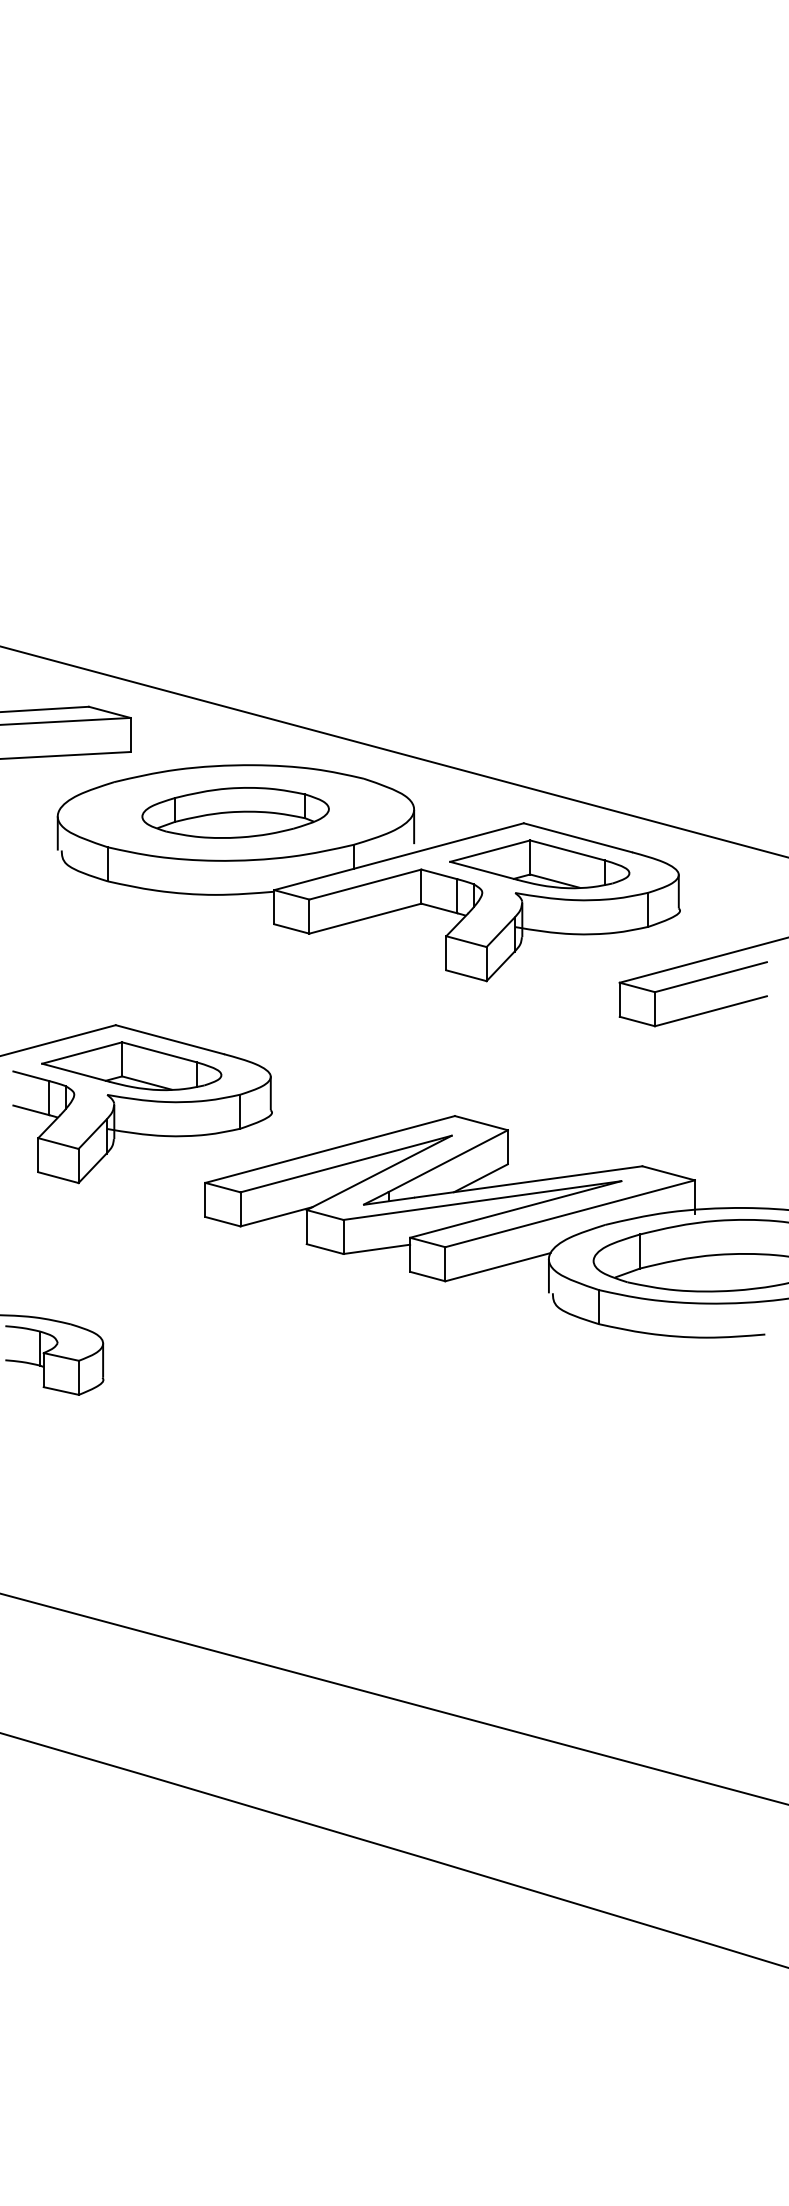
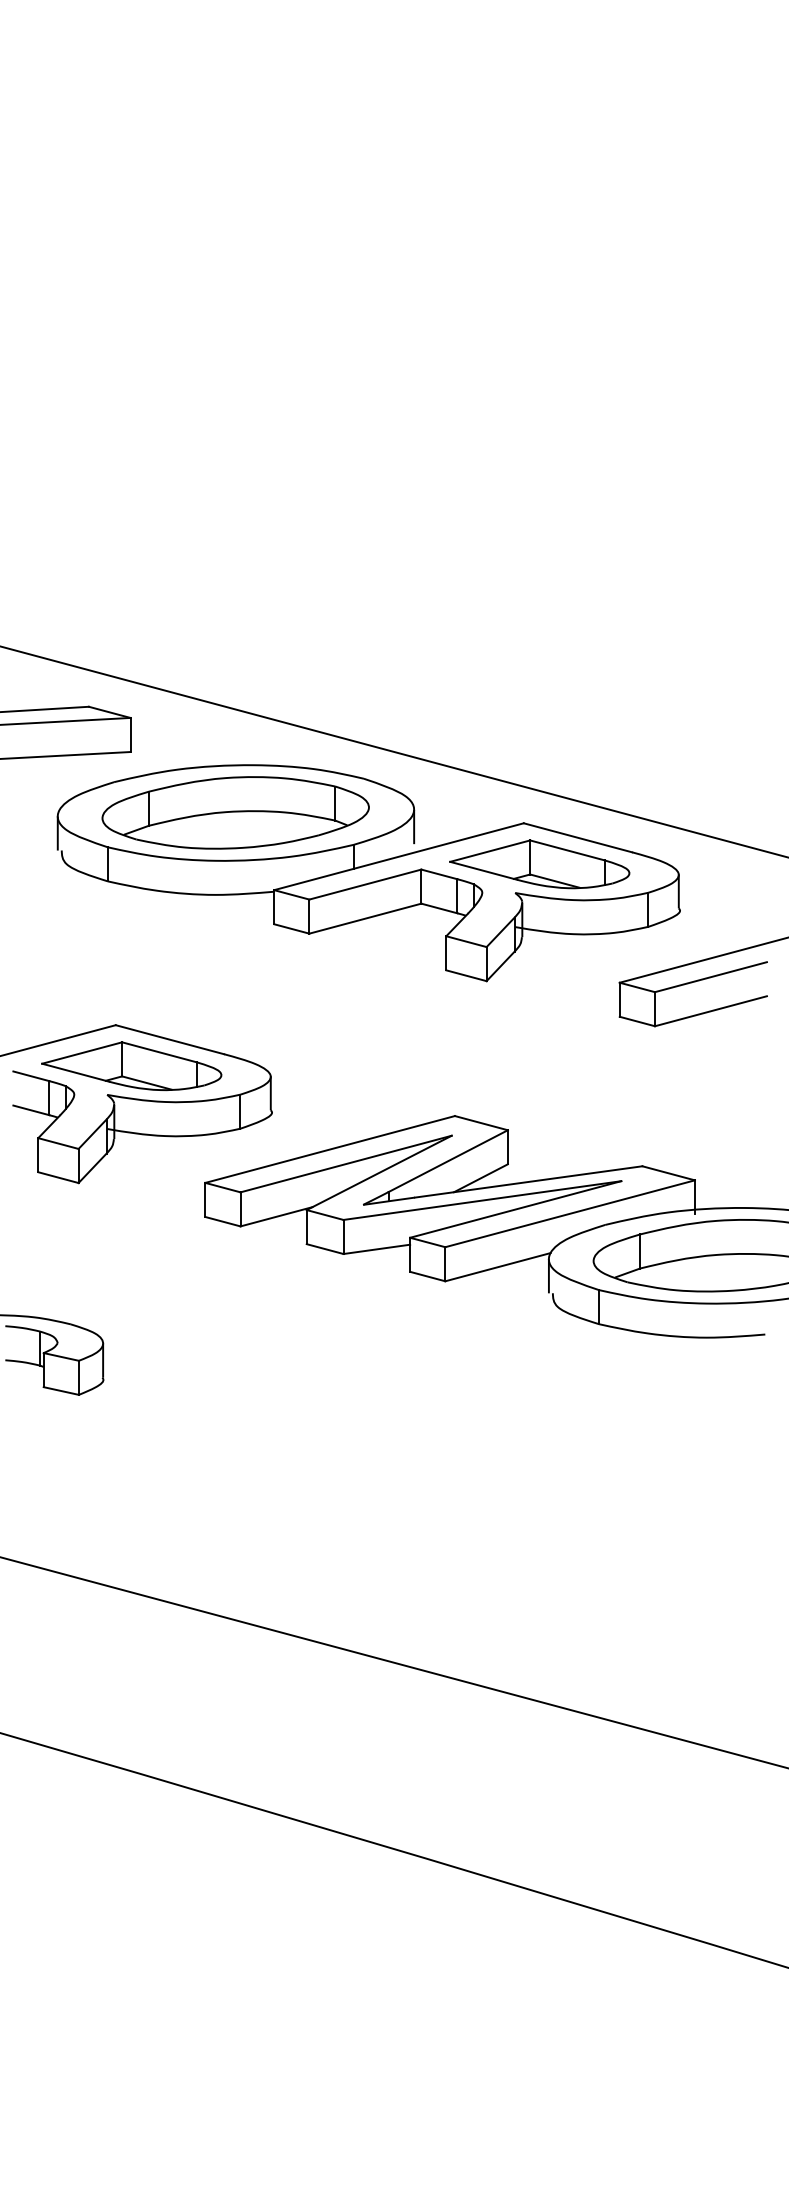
part at (235, 812) size: 189x52 px -> 269x74 px
line at (393, 1698) position: (393, 1698) -> (393, 1662)
